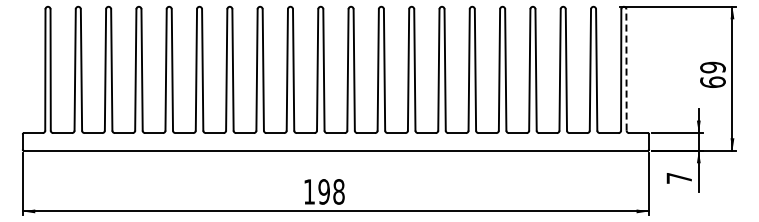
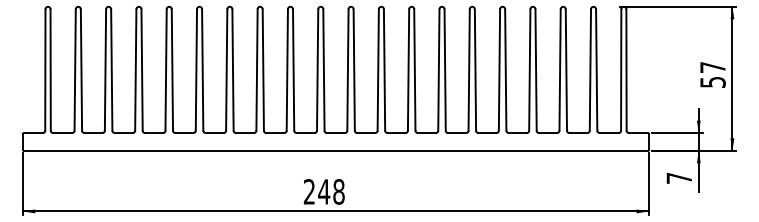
line at (626, 69): dashed -> solid
text at (712, 74): 69 -> 57
text at (316, 191): 198 -> 248
